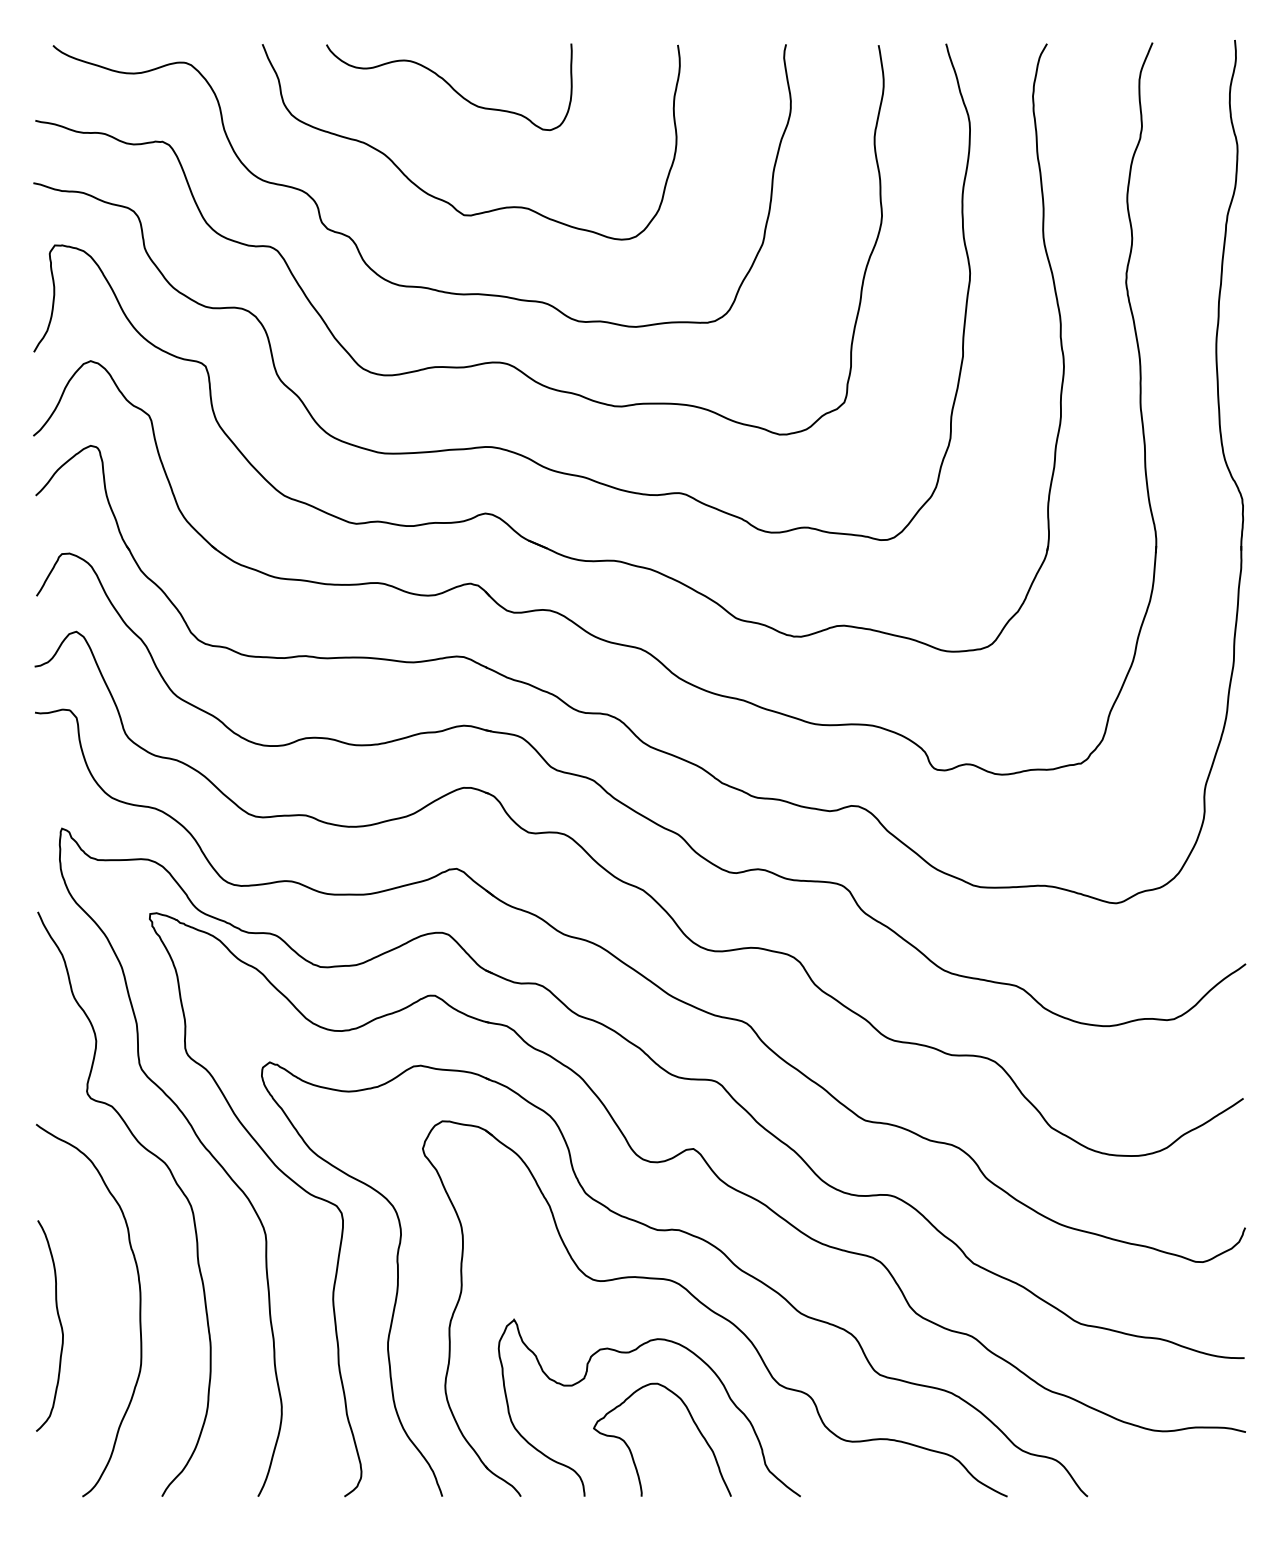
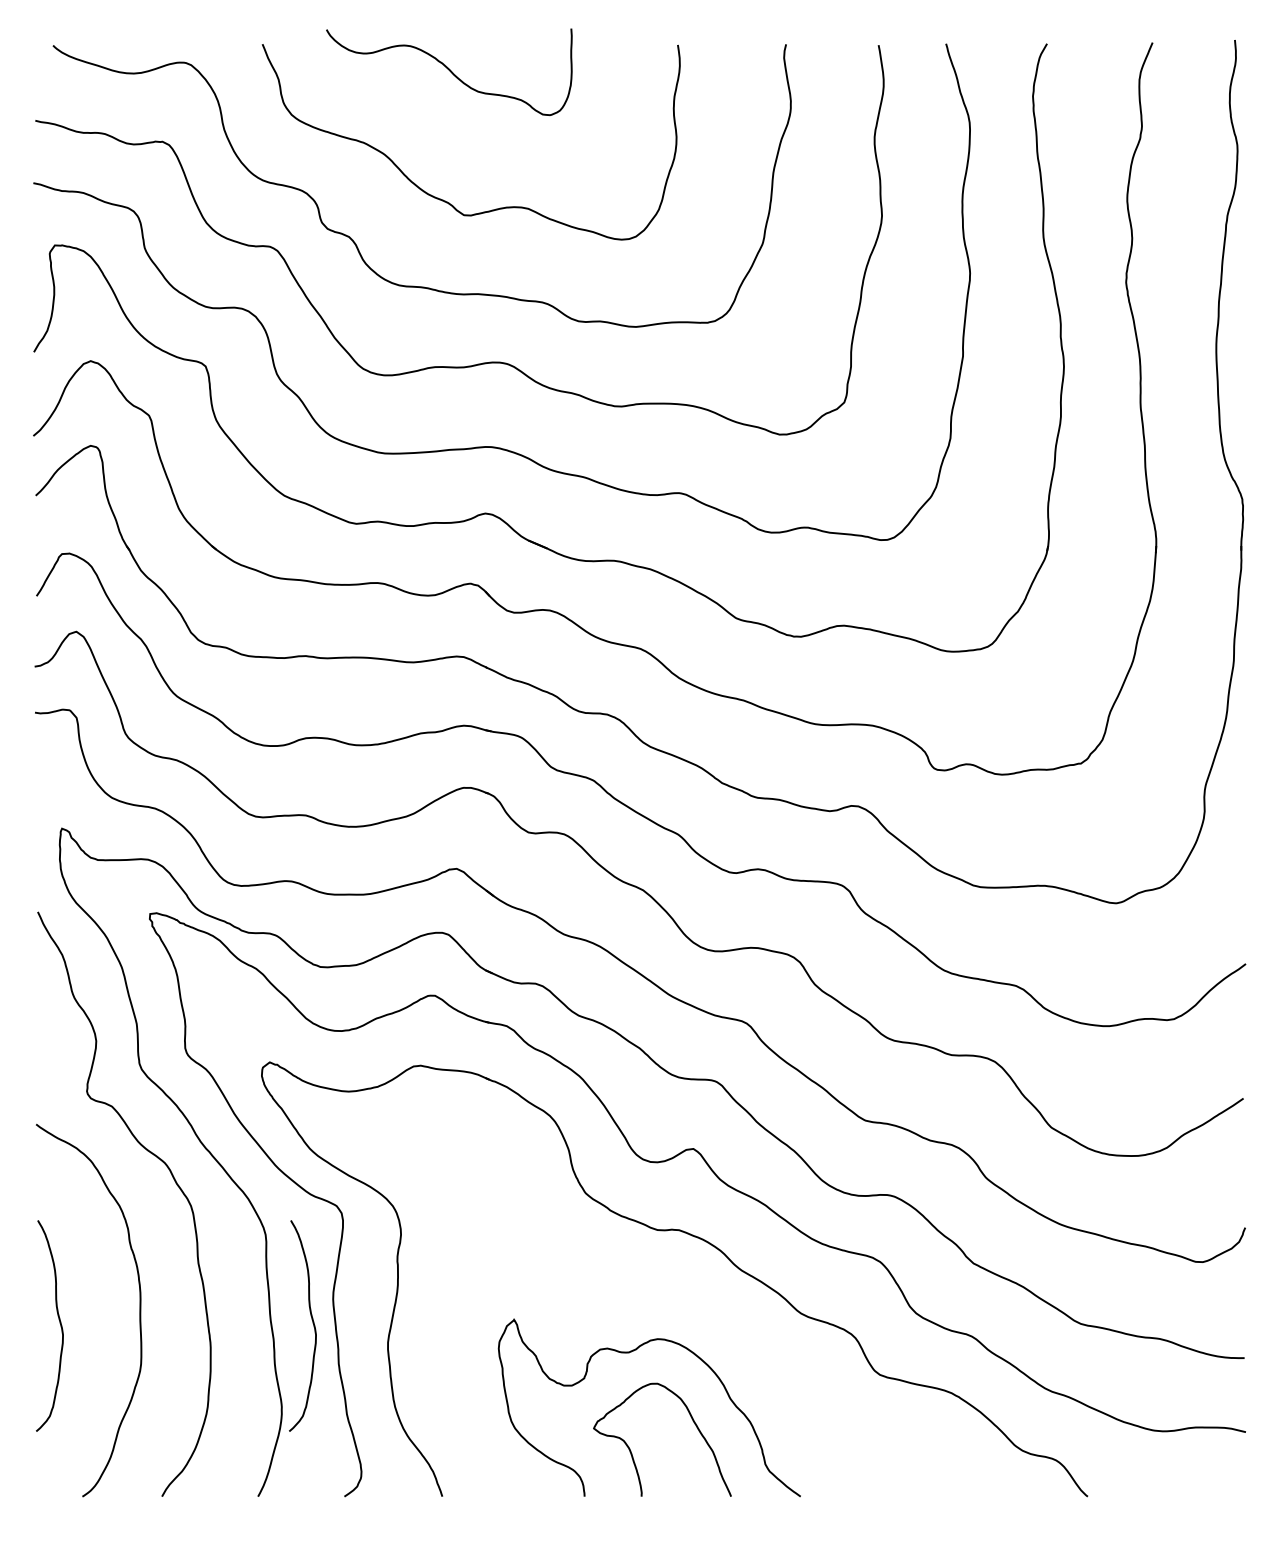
curve at (449, 86) position: (449, 86) -> (449, 71)
part at (714, 1308): present -> none
curve at (312, 1323): none -> present
